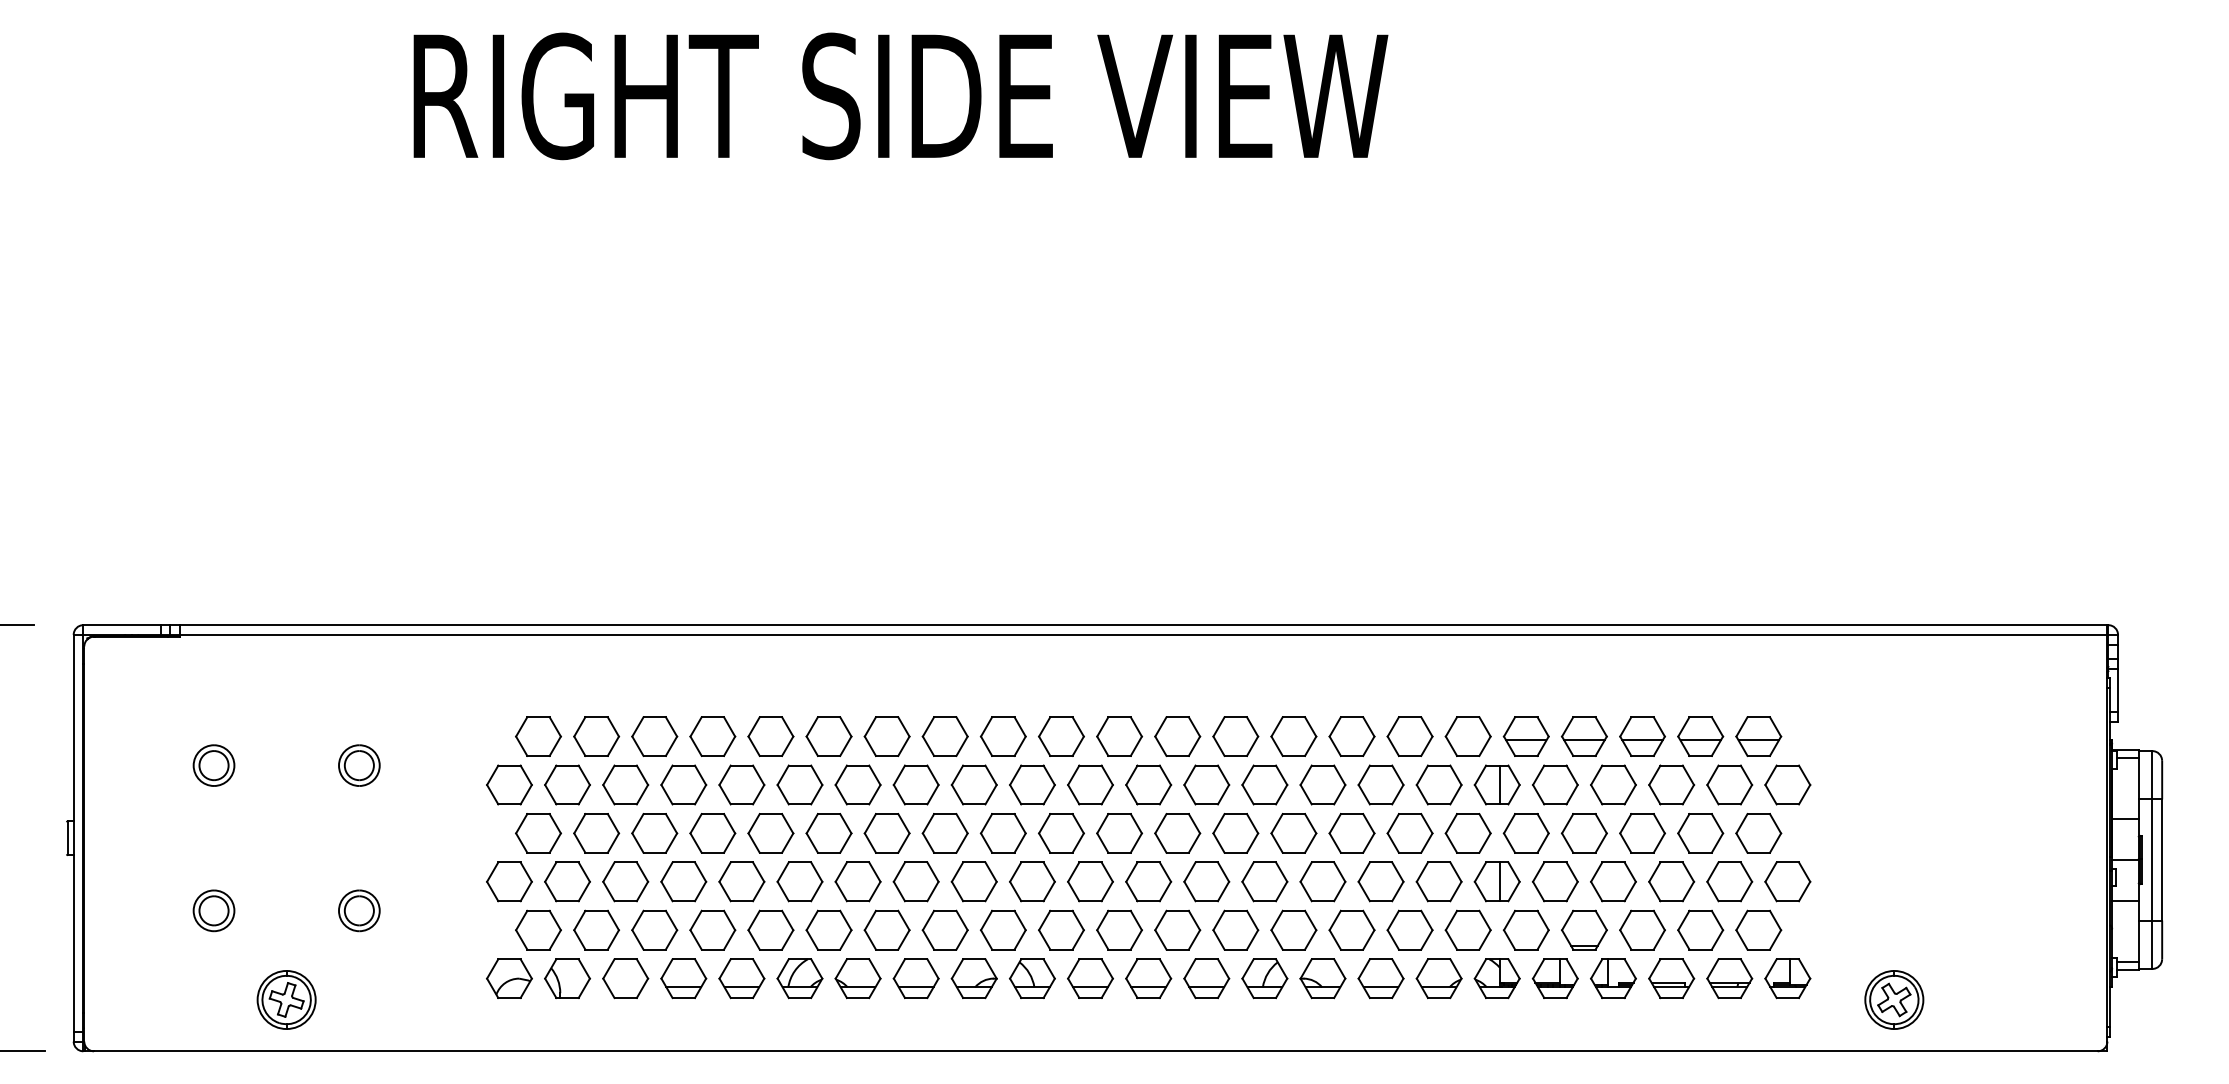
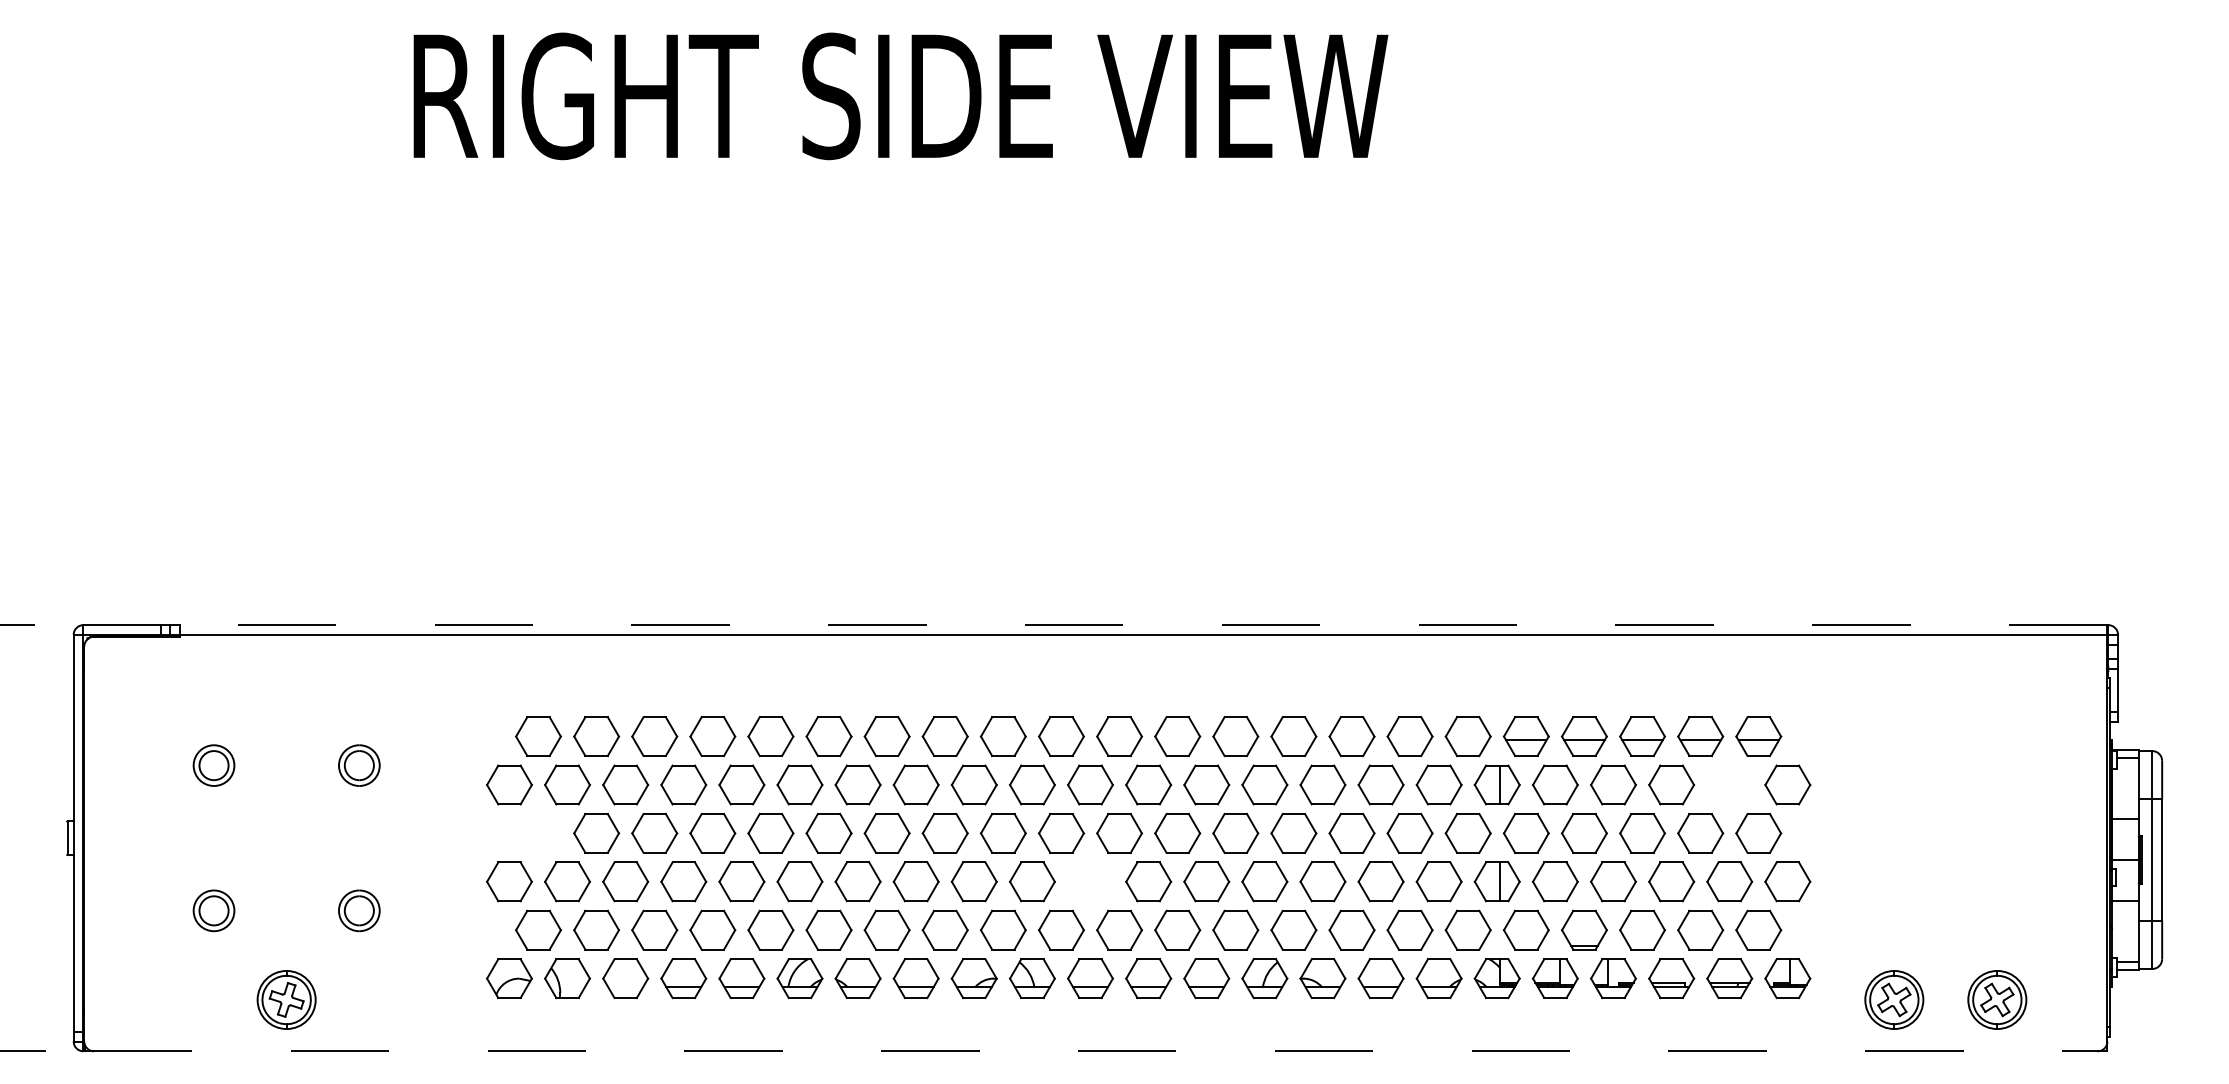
line at (1143, 625): solid -> dashed
part at (1729, 784): present -> none
part at (538, 833): present -> none
part at (1090, 881): present -> none
part at (1997, 999): none -> present
line at (1095, 1051): solid -> dashed
